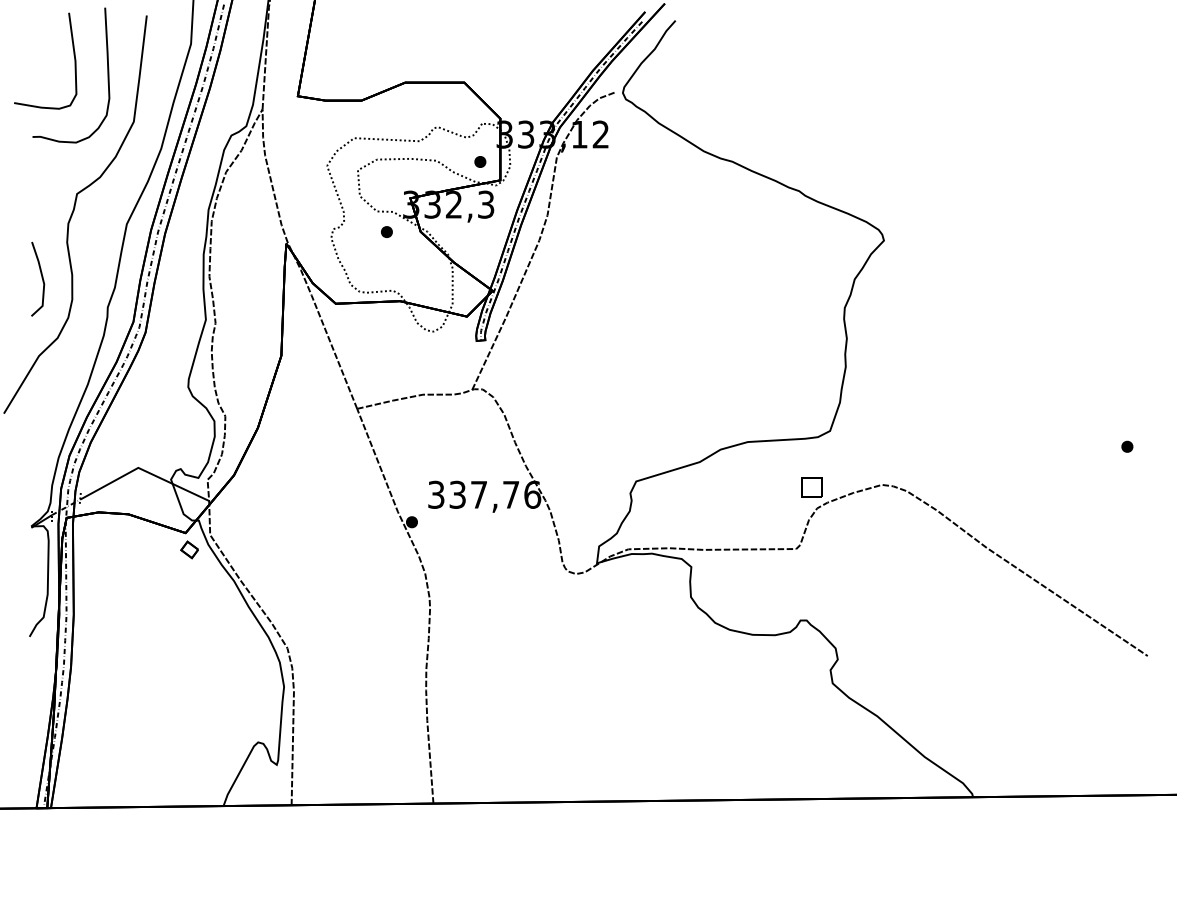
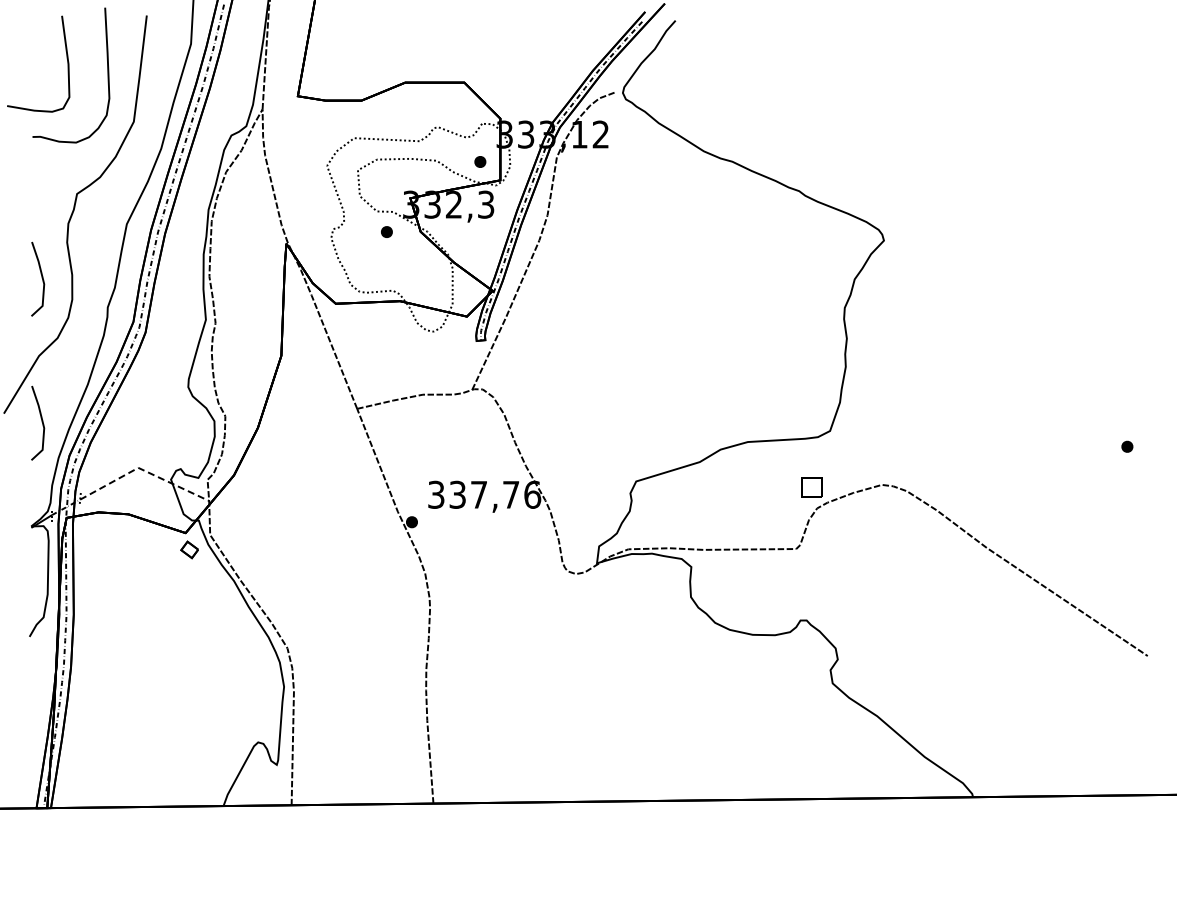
curve at (73, 55) position: (73, 55) -> (66, 58)
line at (41, 422): none -> present
line at (143, 470): solid -> dashed
